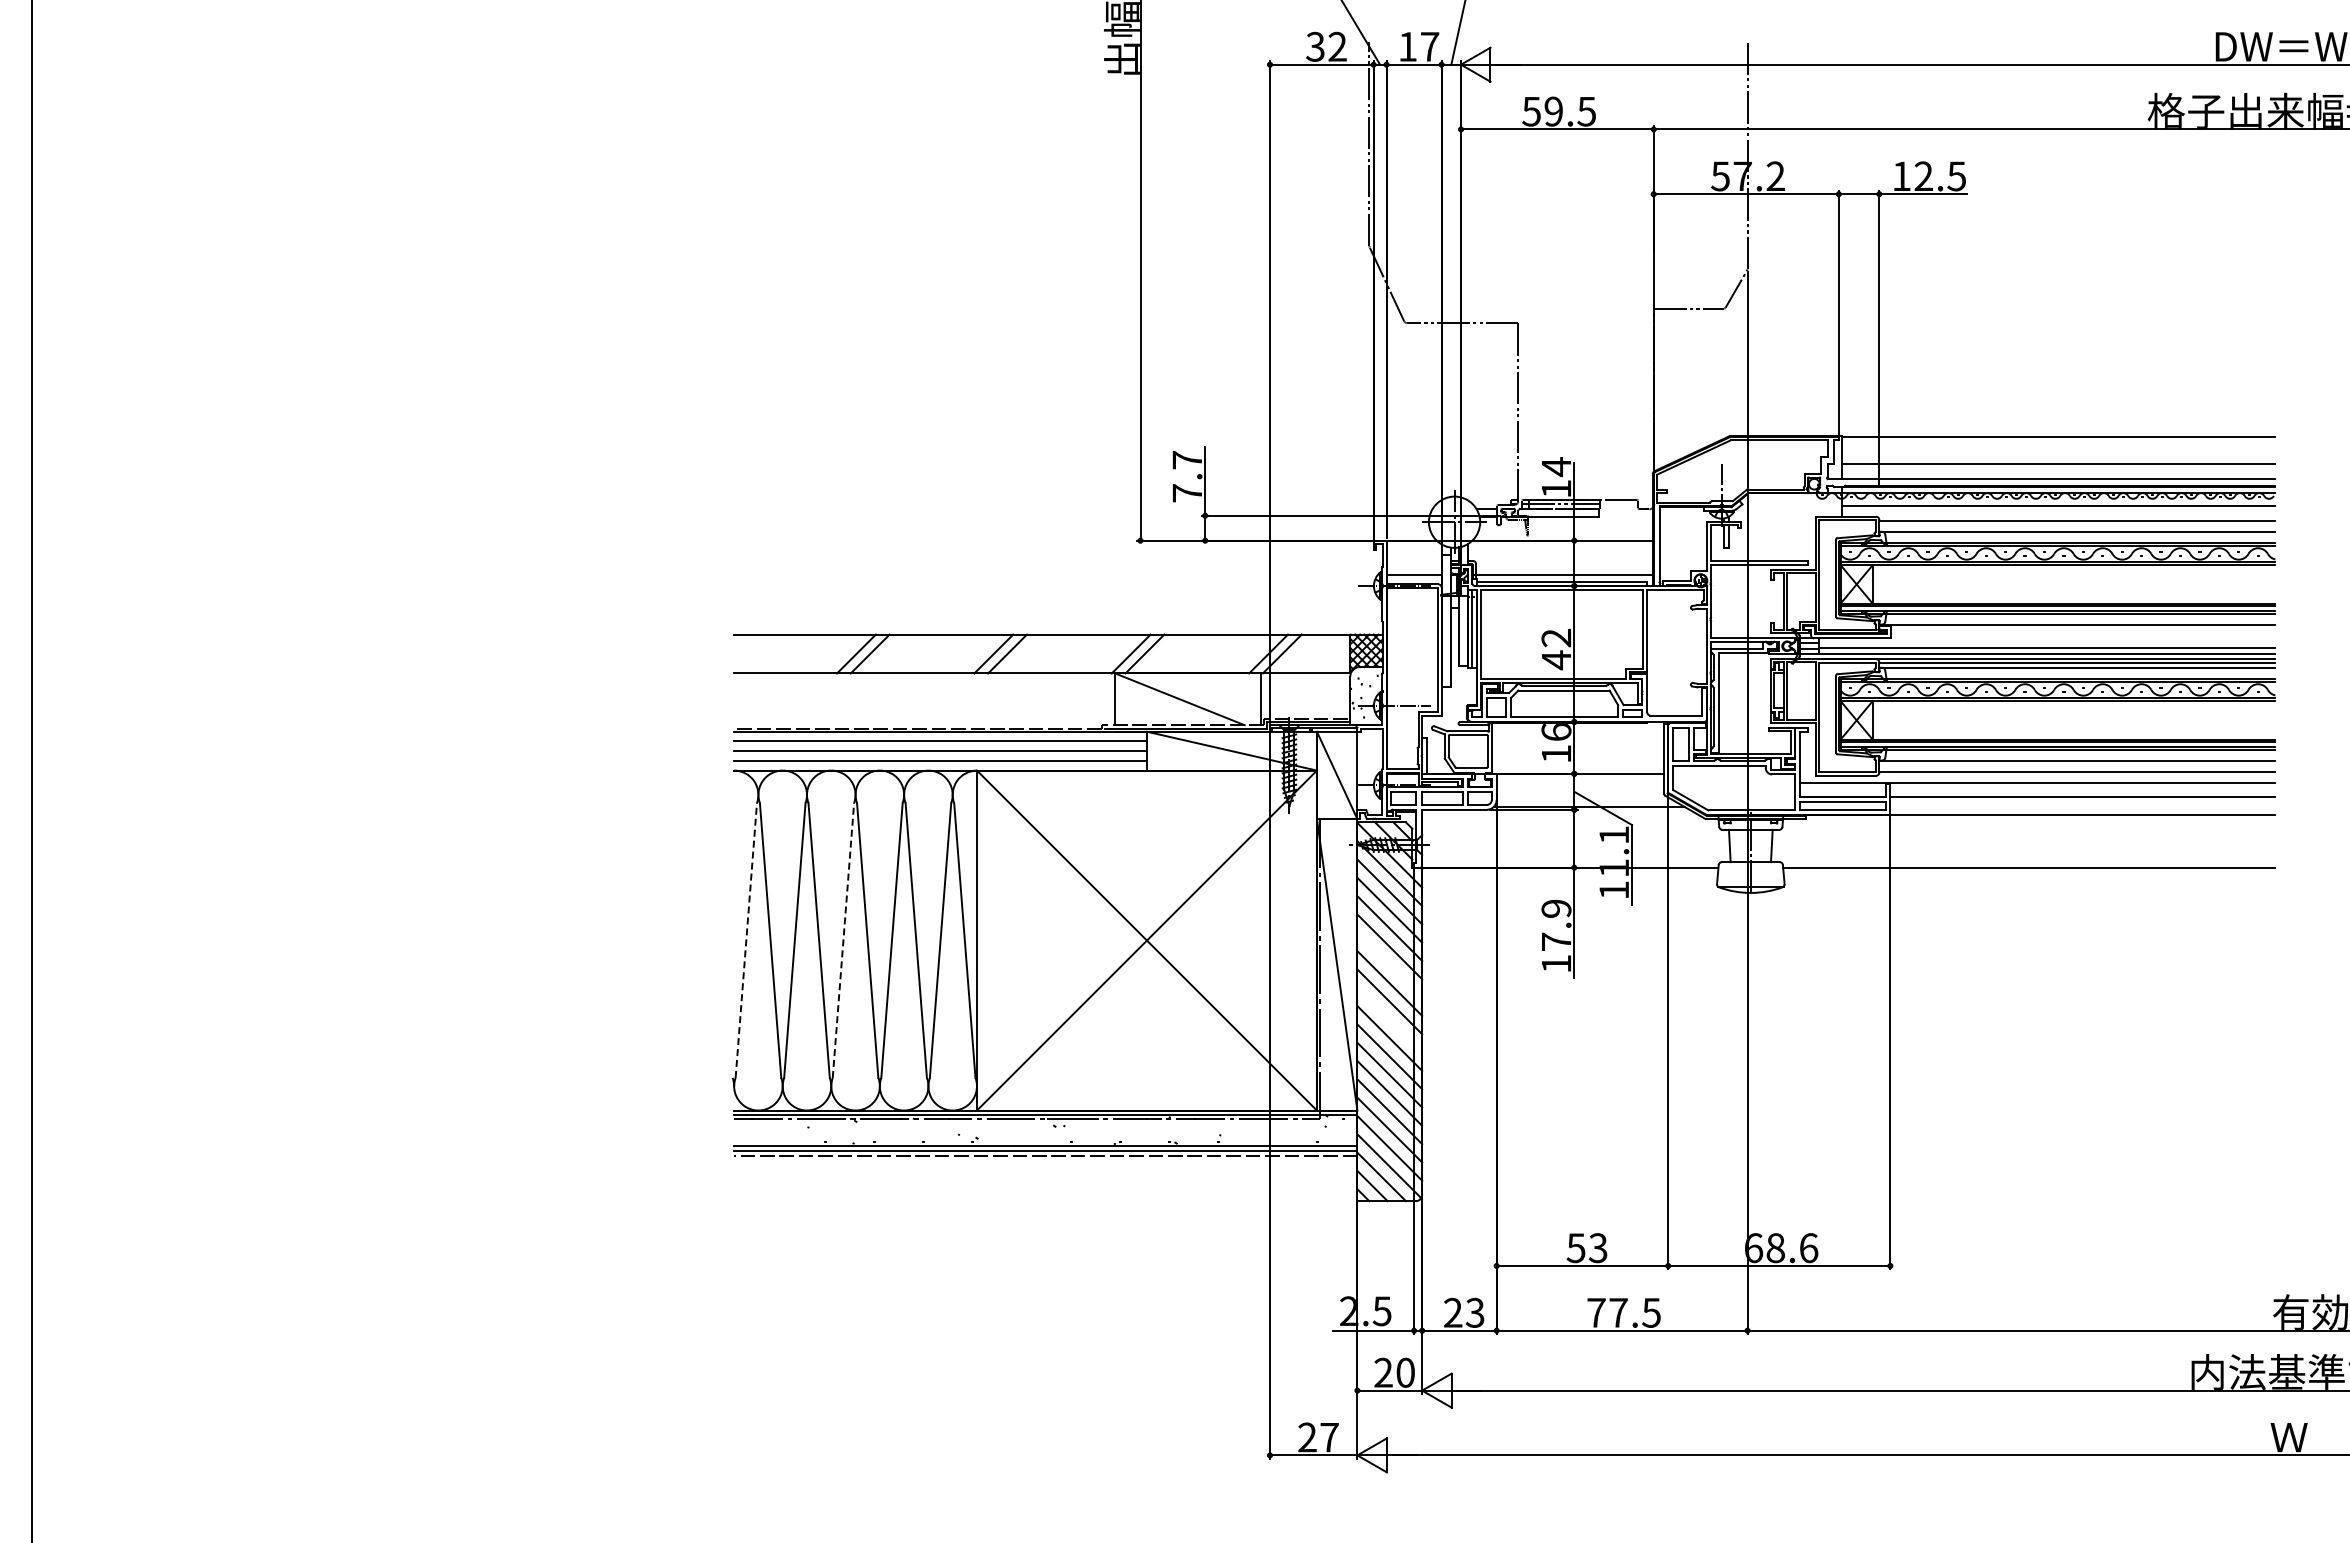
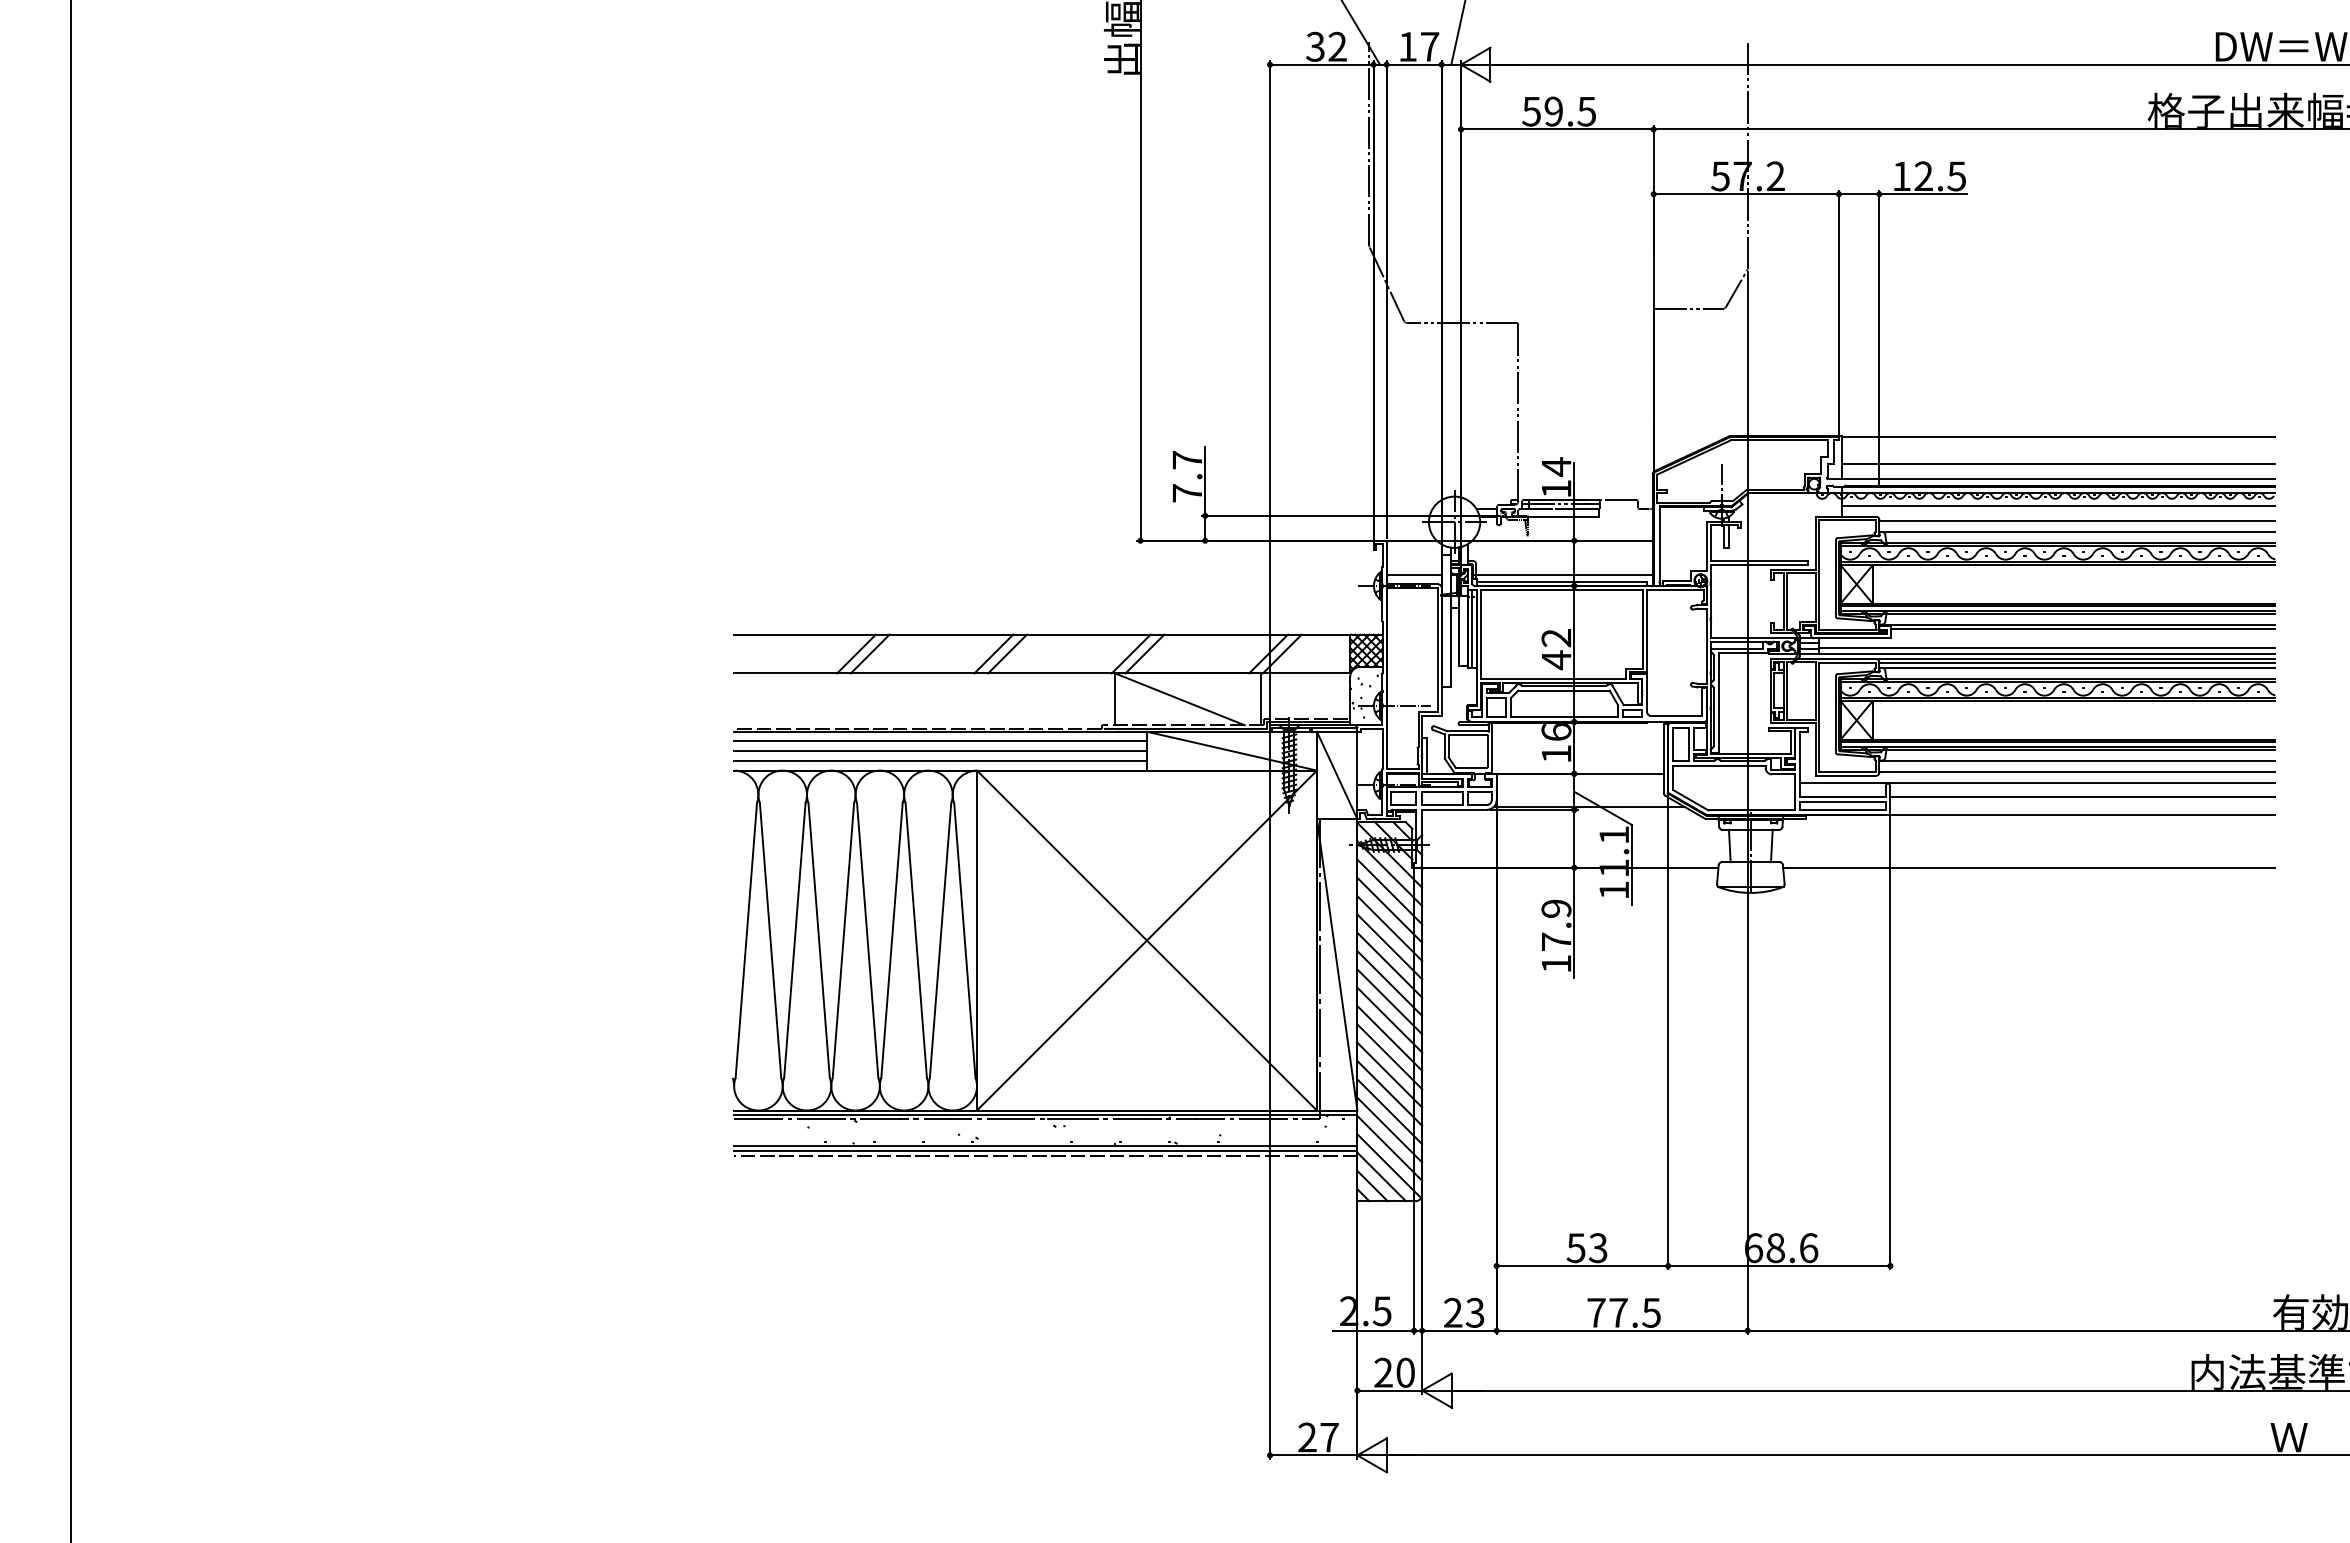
line at (2083, 629): none -> present
line at (31, 770) position: (31, 770) -> (70, 770)
line at (746, 940): dashed -> solid
line at (843, 940): dashed -> solid
line at (1389, 964): none -> present
line at (1389, 1019): none -> present
